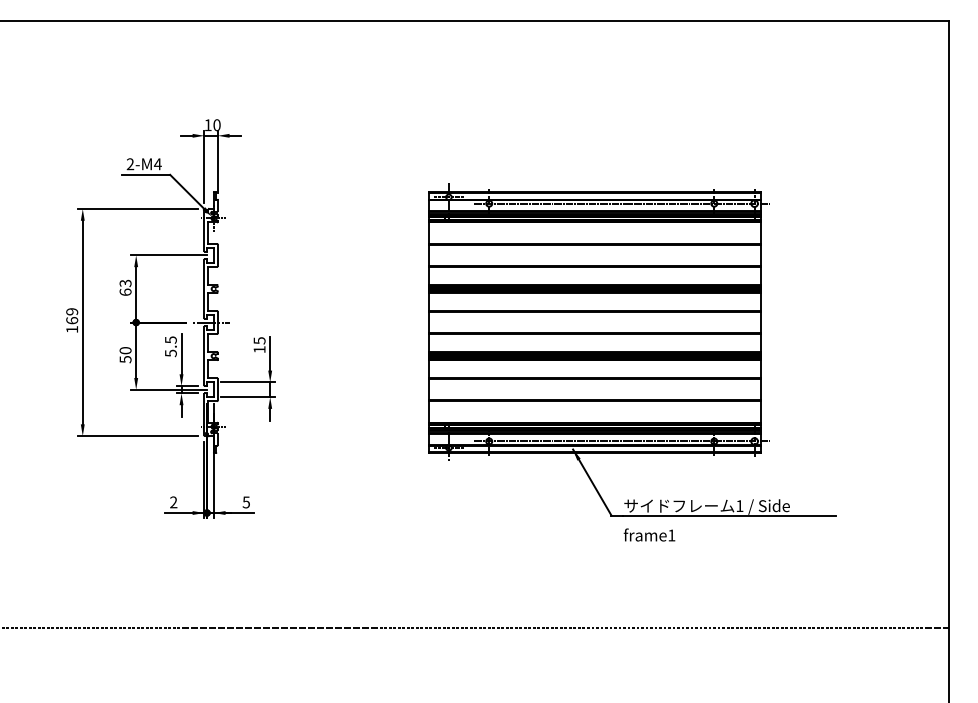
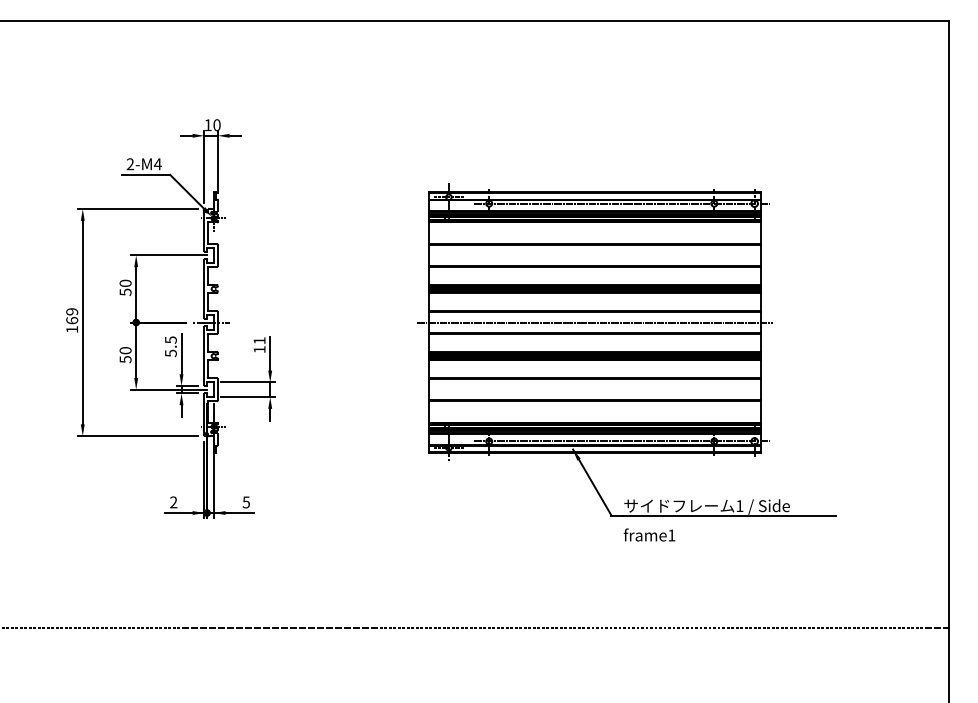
text at (125, 287): 63 -> 50
line at (595, 322): none -> present
text at (259, 340): 15 -> 11
